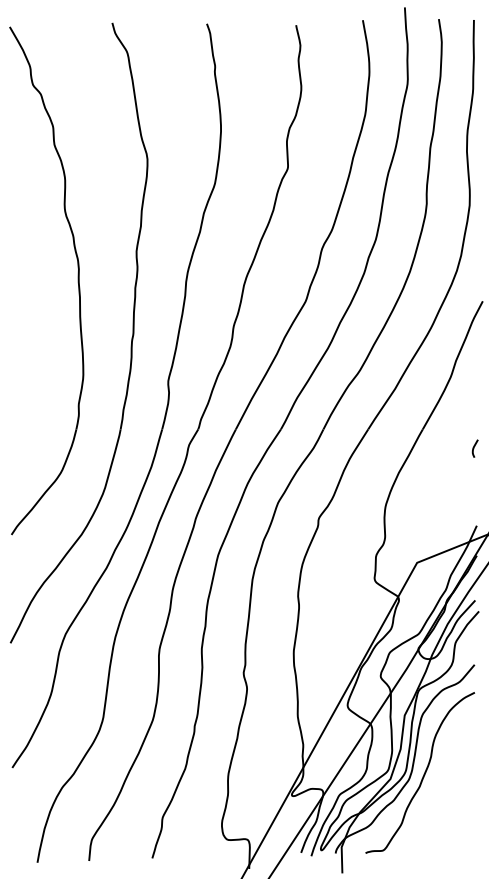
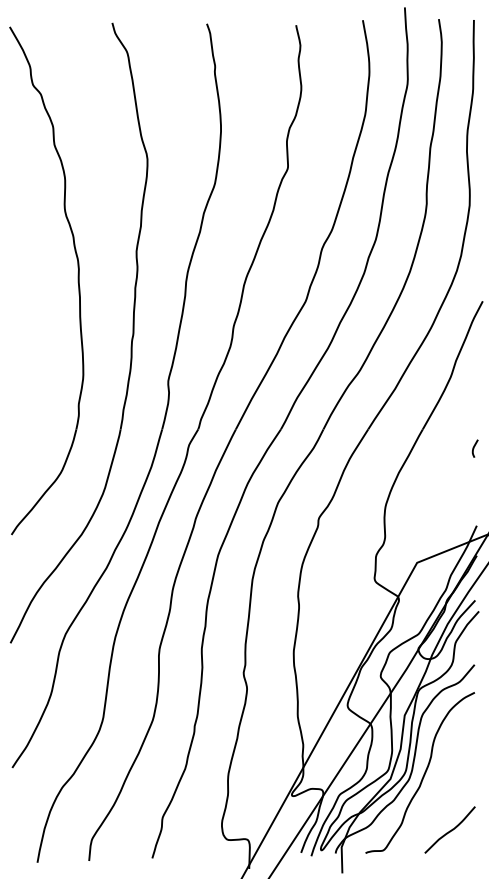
curve at (449, 830): none -> present
